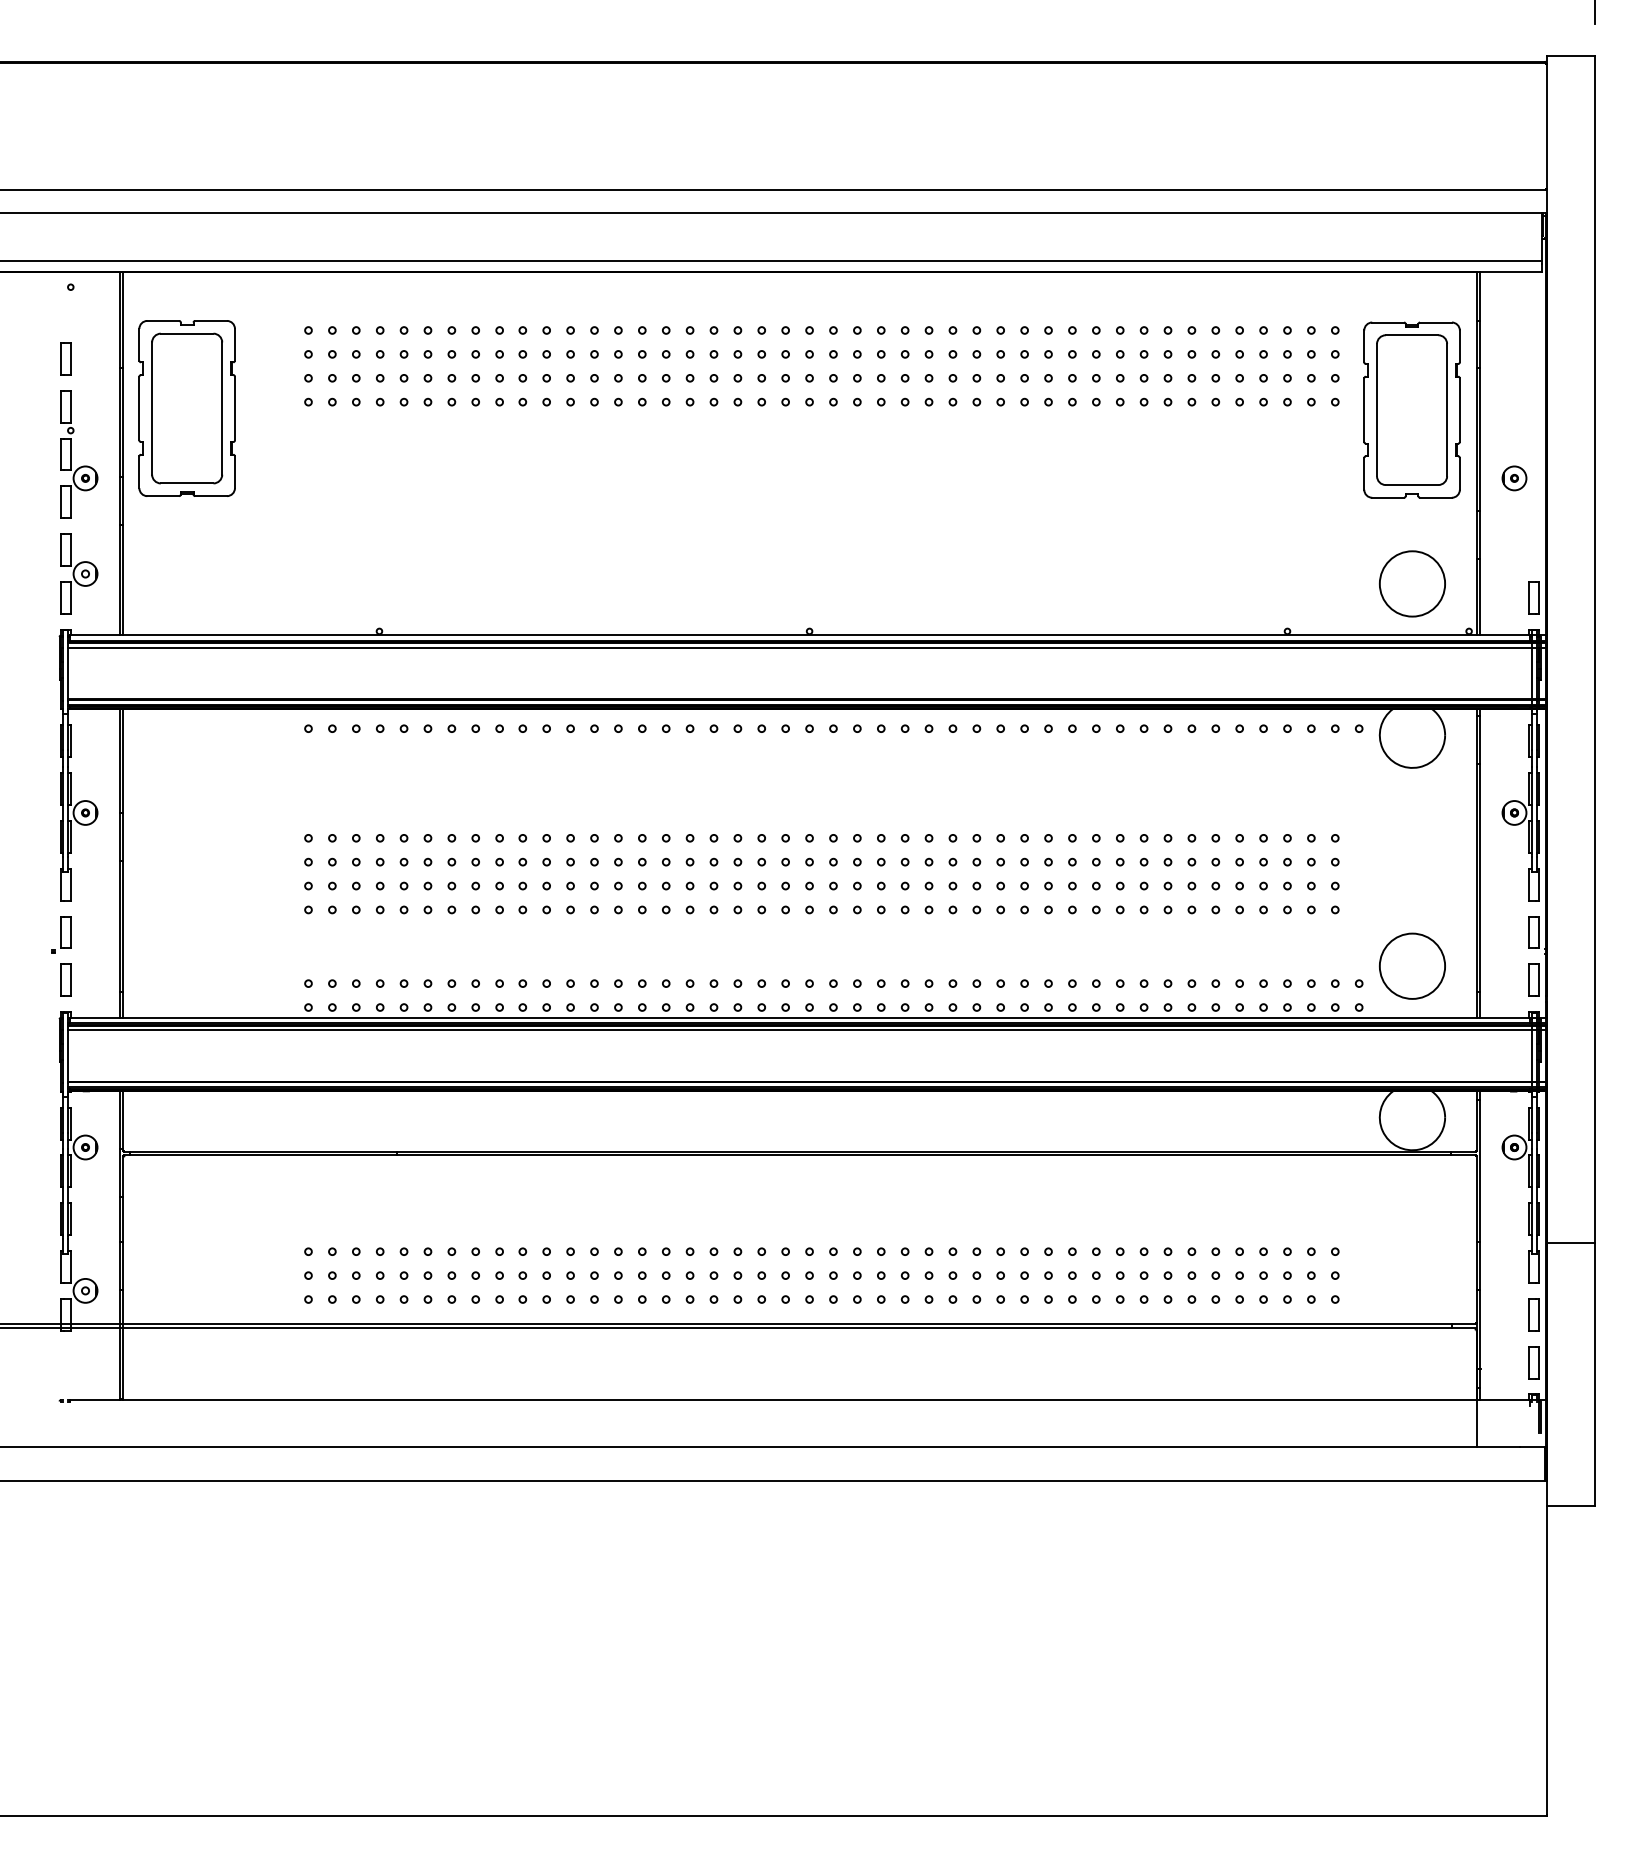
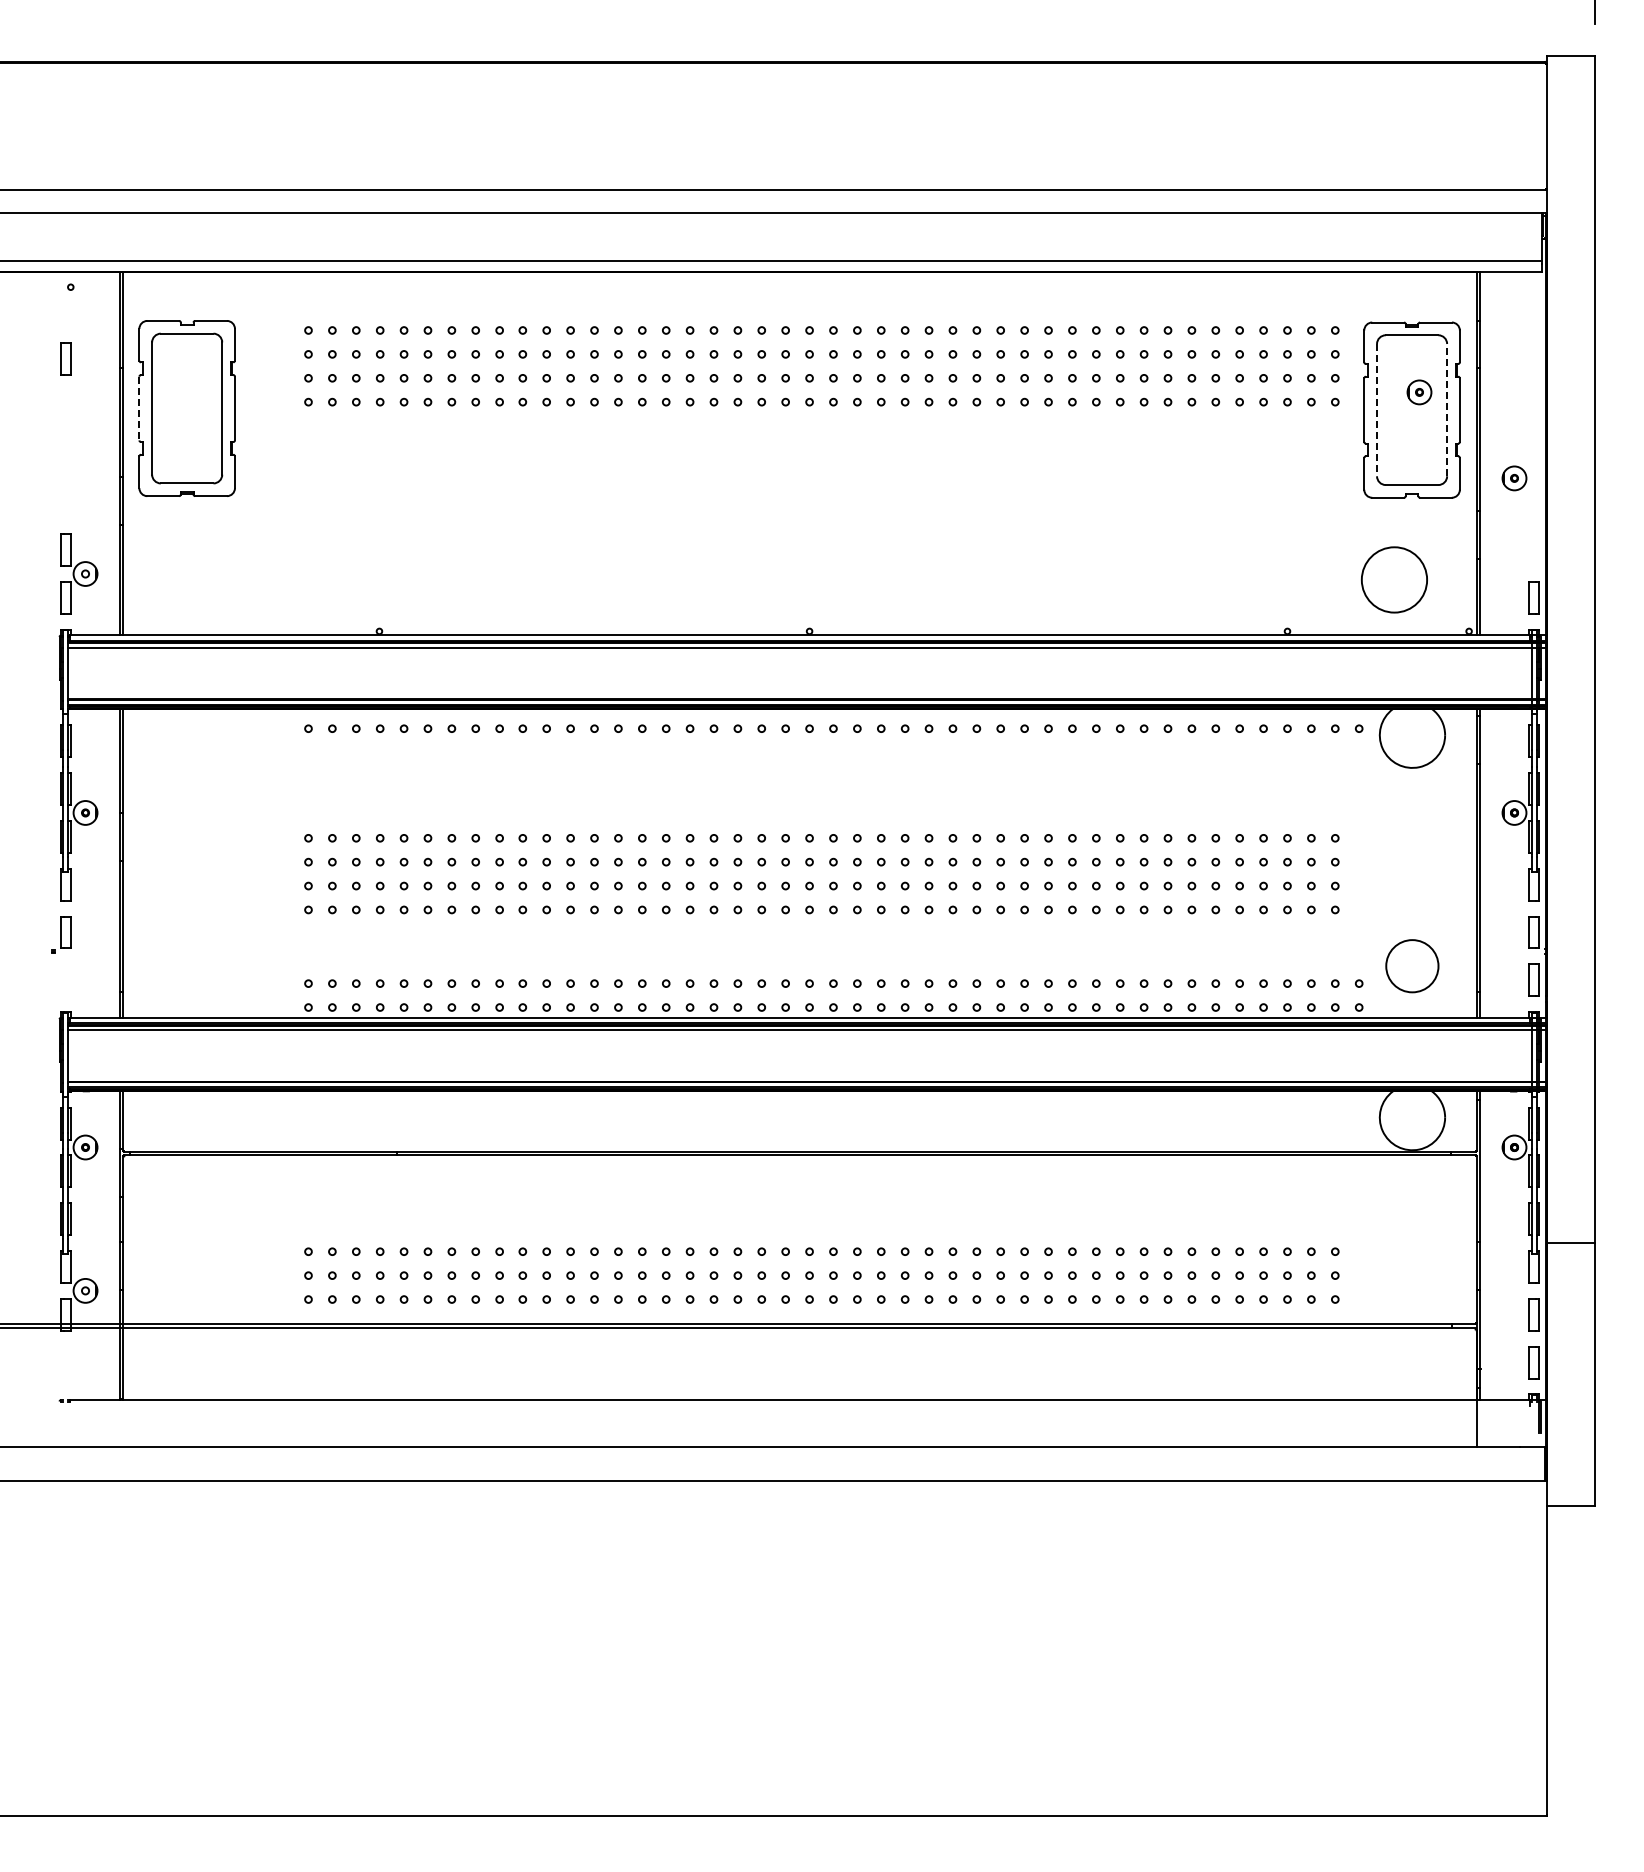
part at (1419, 392): none -> present
line at (139, 408): solid -> dashed
line at (1447, 409): solid -> dashed
line at (1377, 410): solid -> dashed
part at (71, 454): present -> none
circle at (1412, 583) position: (1412, 583) -> (1394, 579)
circle at (1411, 965) size: 68x68 px -> 55x55 px
part at (65, 979): present -> none
